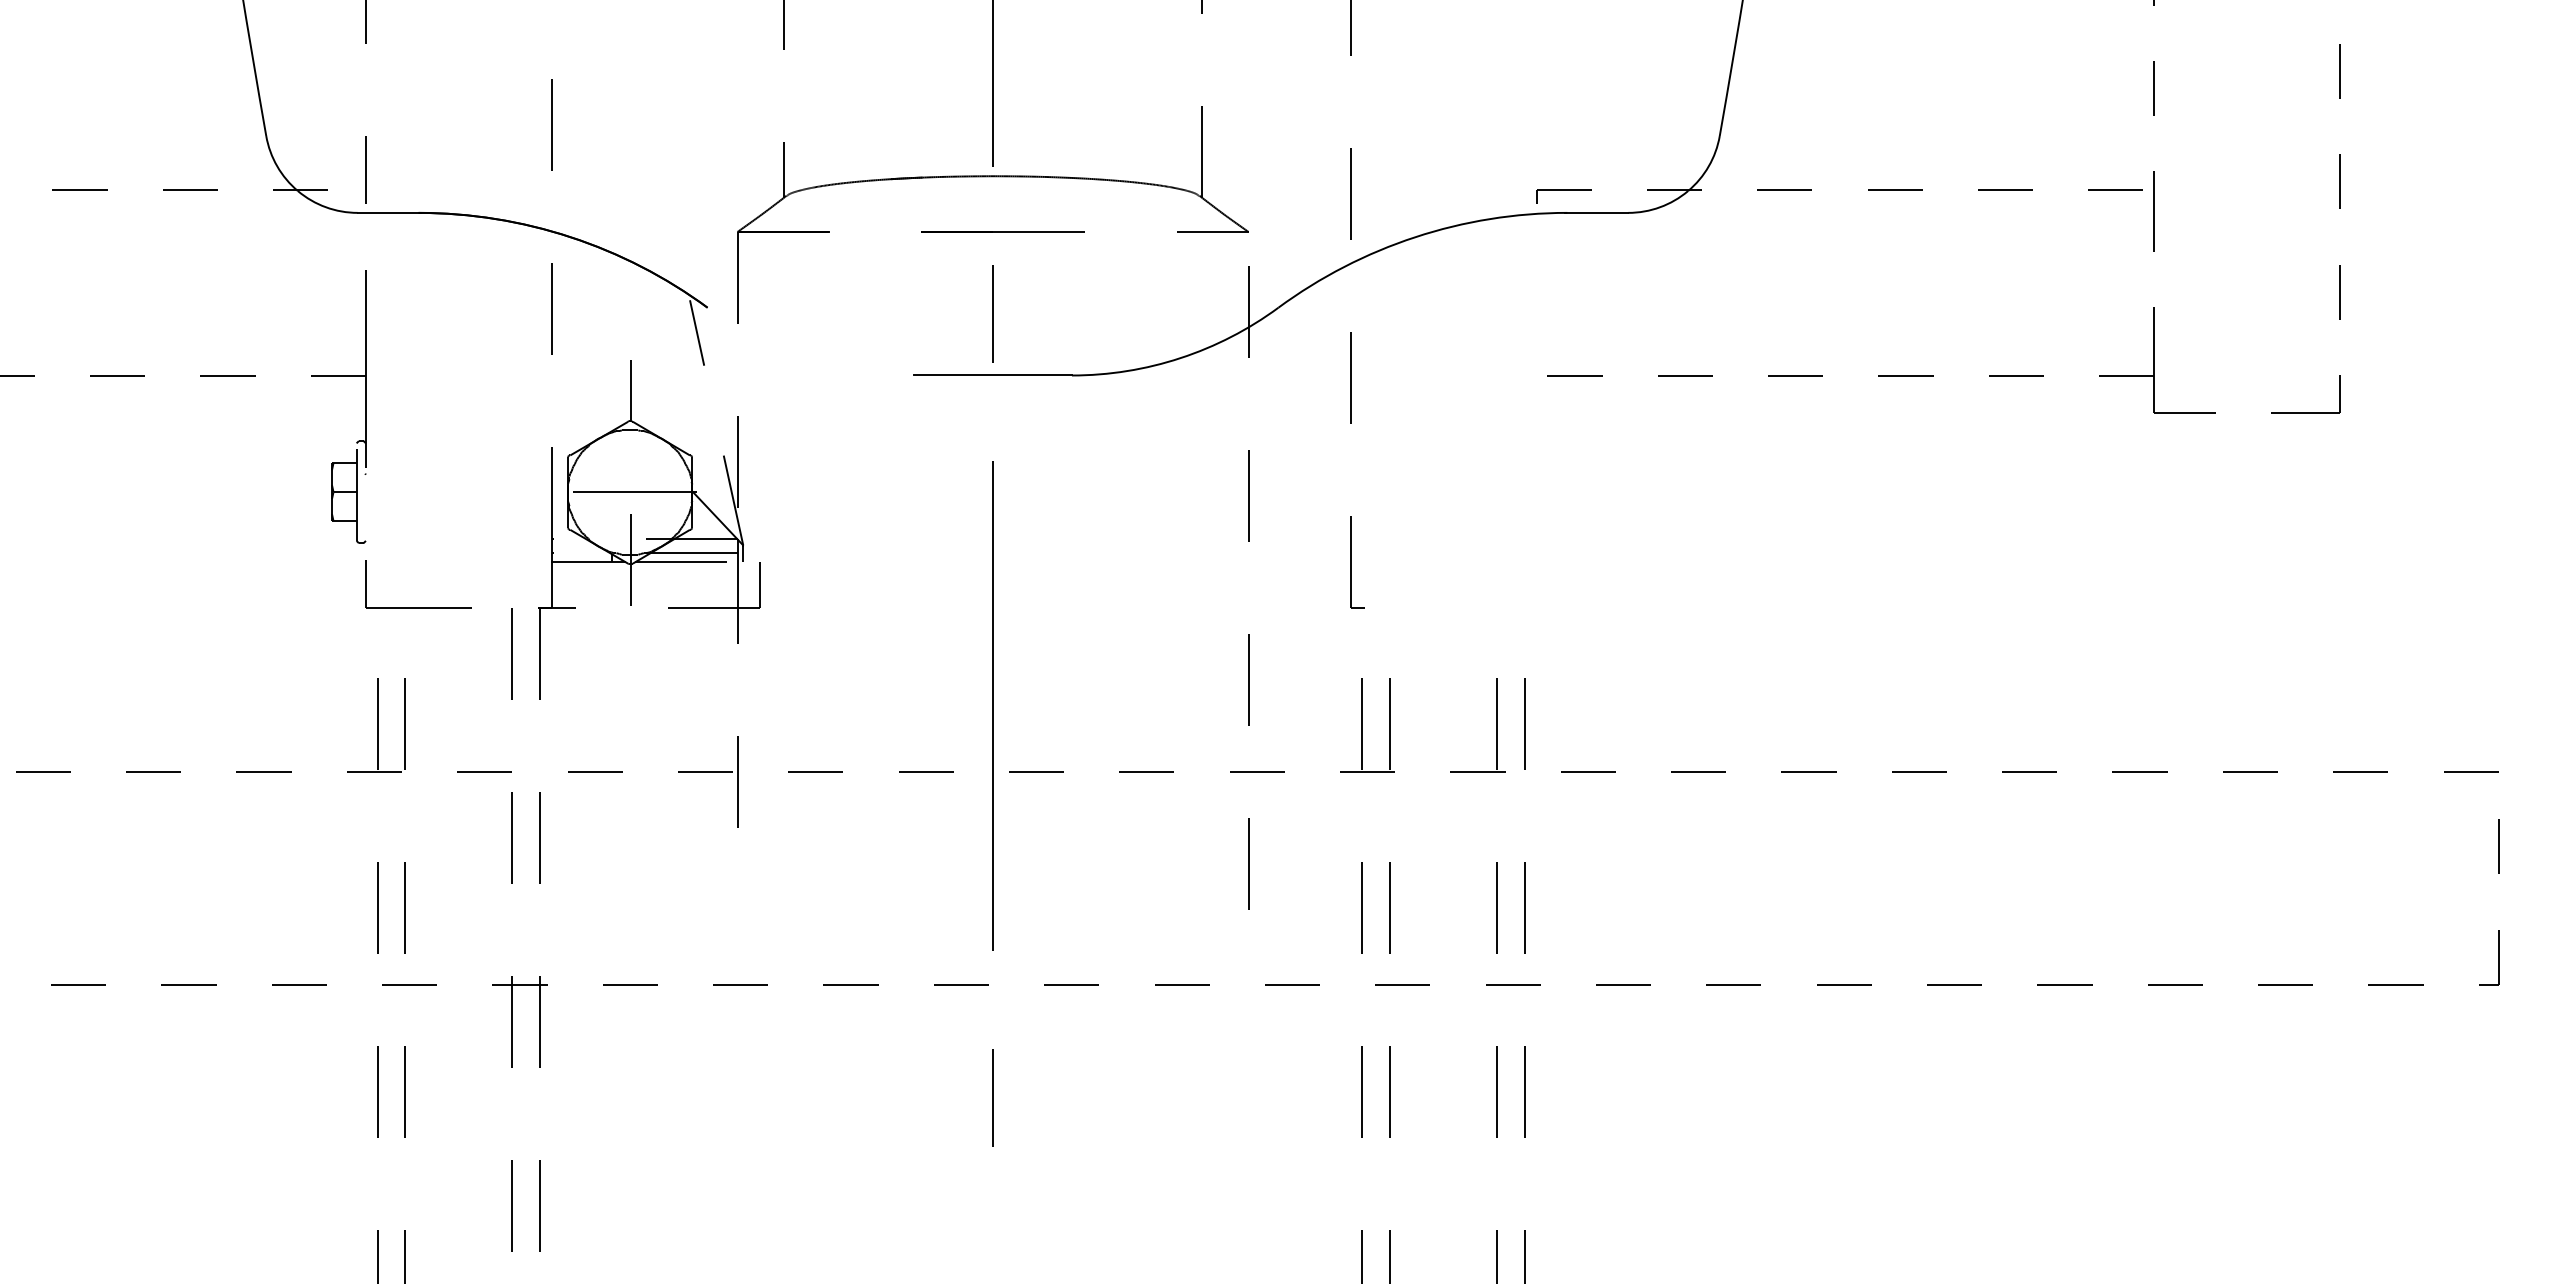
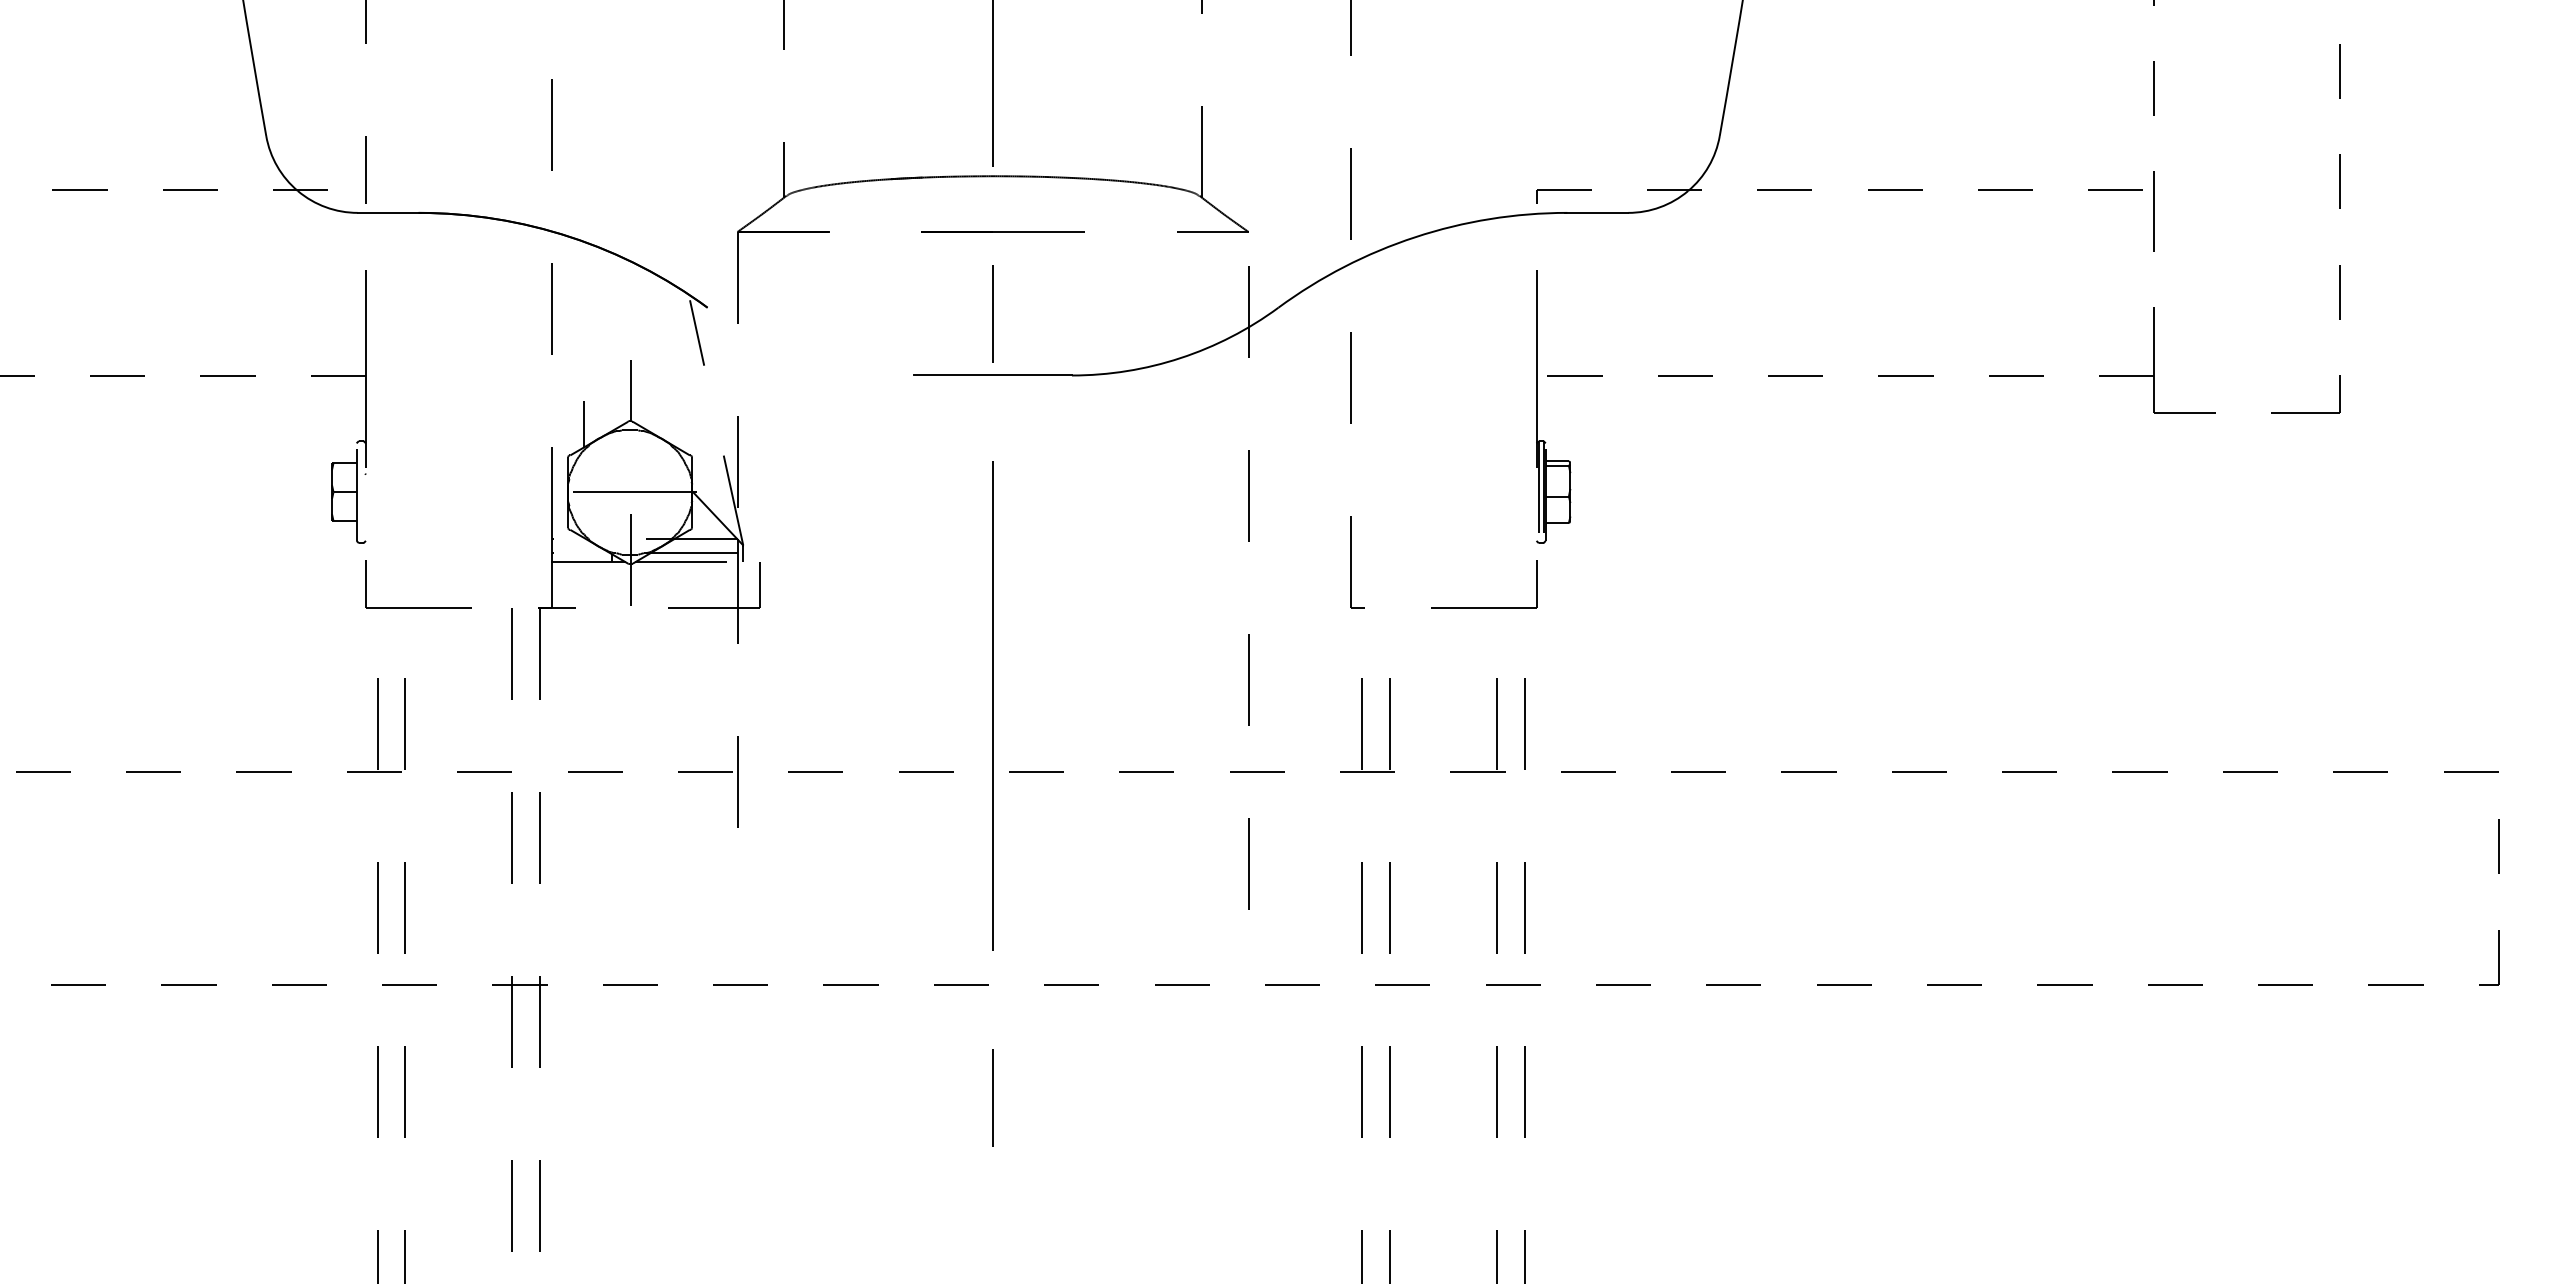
line at (583, 423): none -> present
part at (1536, 439): none -> present
